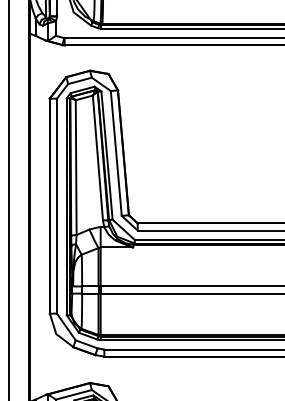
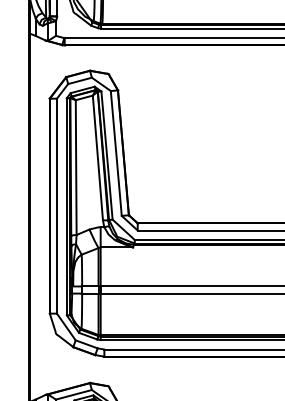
line at (8, 199): present -> none
